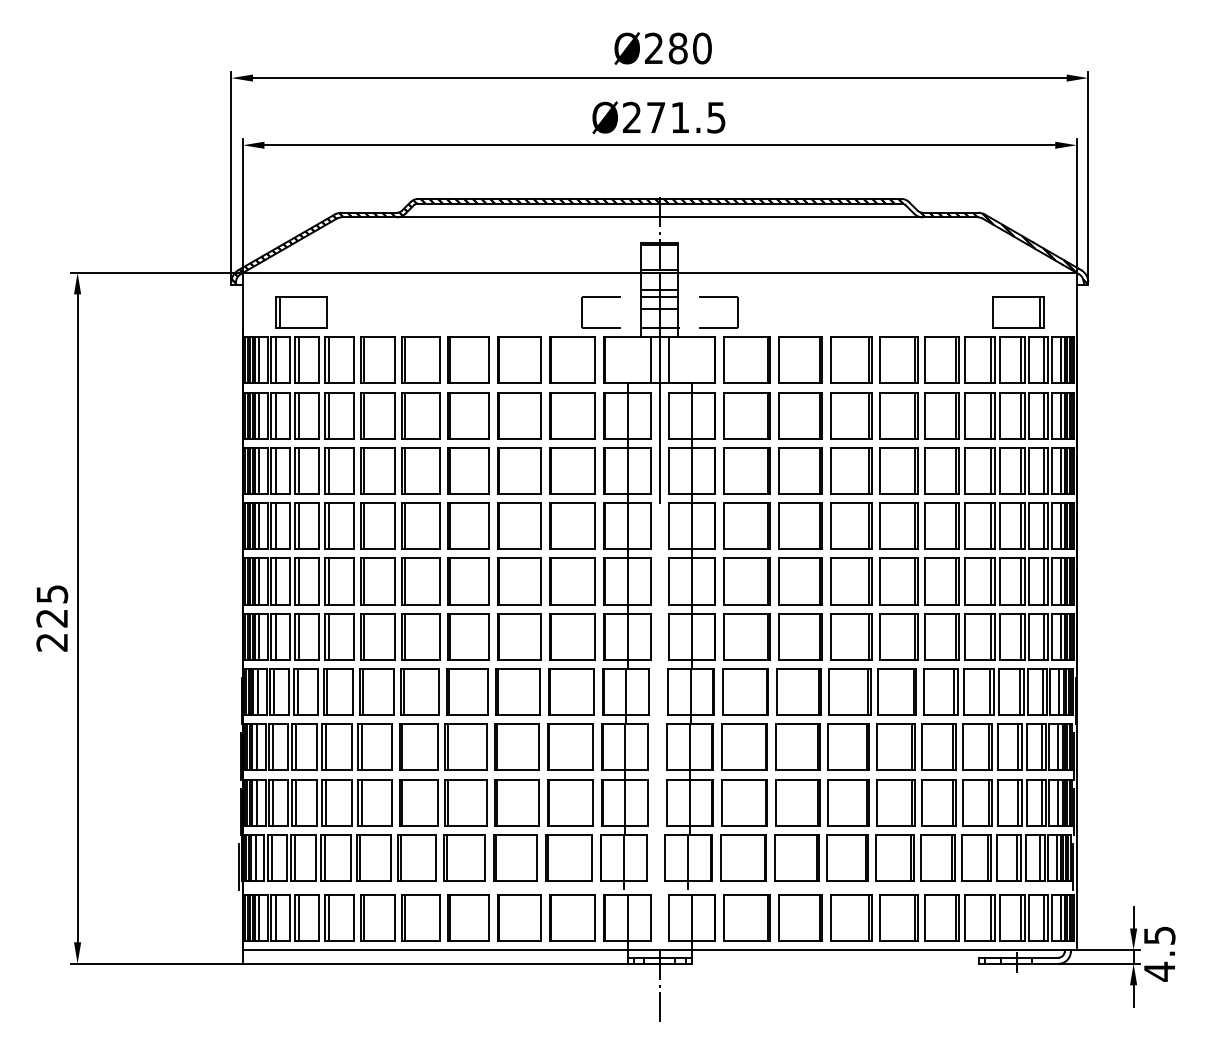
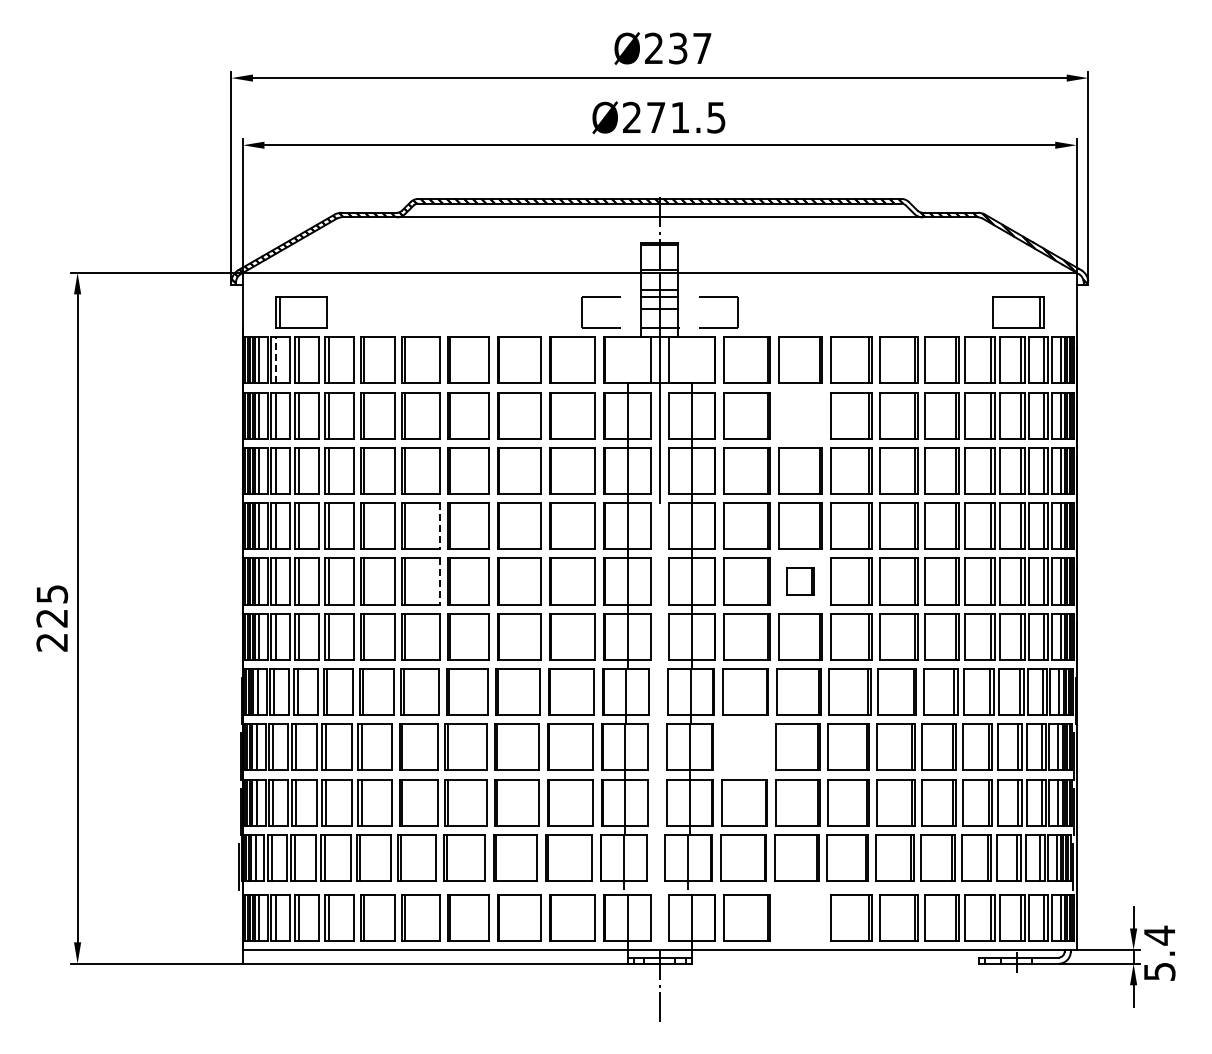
text at (689, 48): Ø280 -> Ø237
line at (275, 359): solid -> dashed
part at (800, 415): present -> none
line at (439, 526): solid -> dashed
line at (439, 581): solid -> dashed
part at (800, 581) size: 45x49 px -> 29x29 px
part at (744, 746): present -> none
part at (800, 917): present -> none
text at (1159, 953): 4.5 -> 5.4
